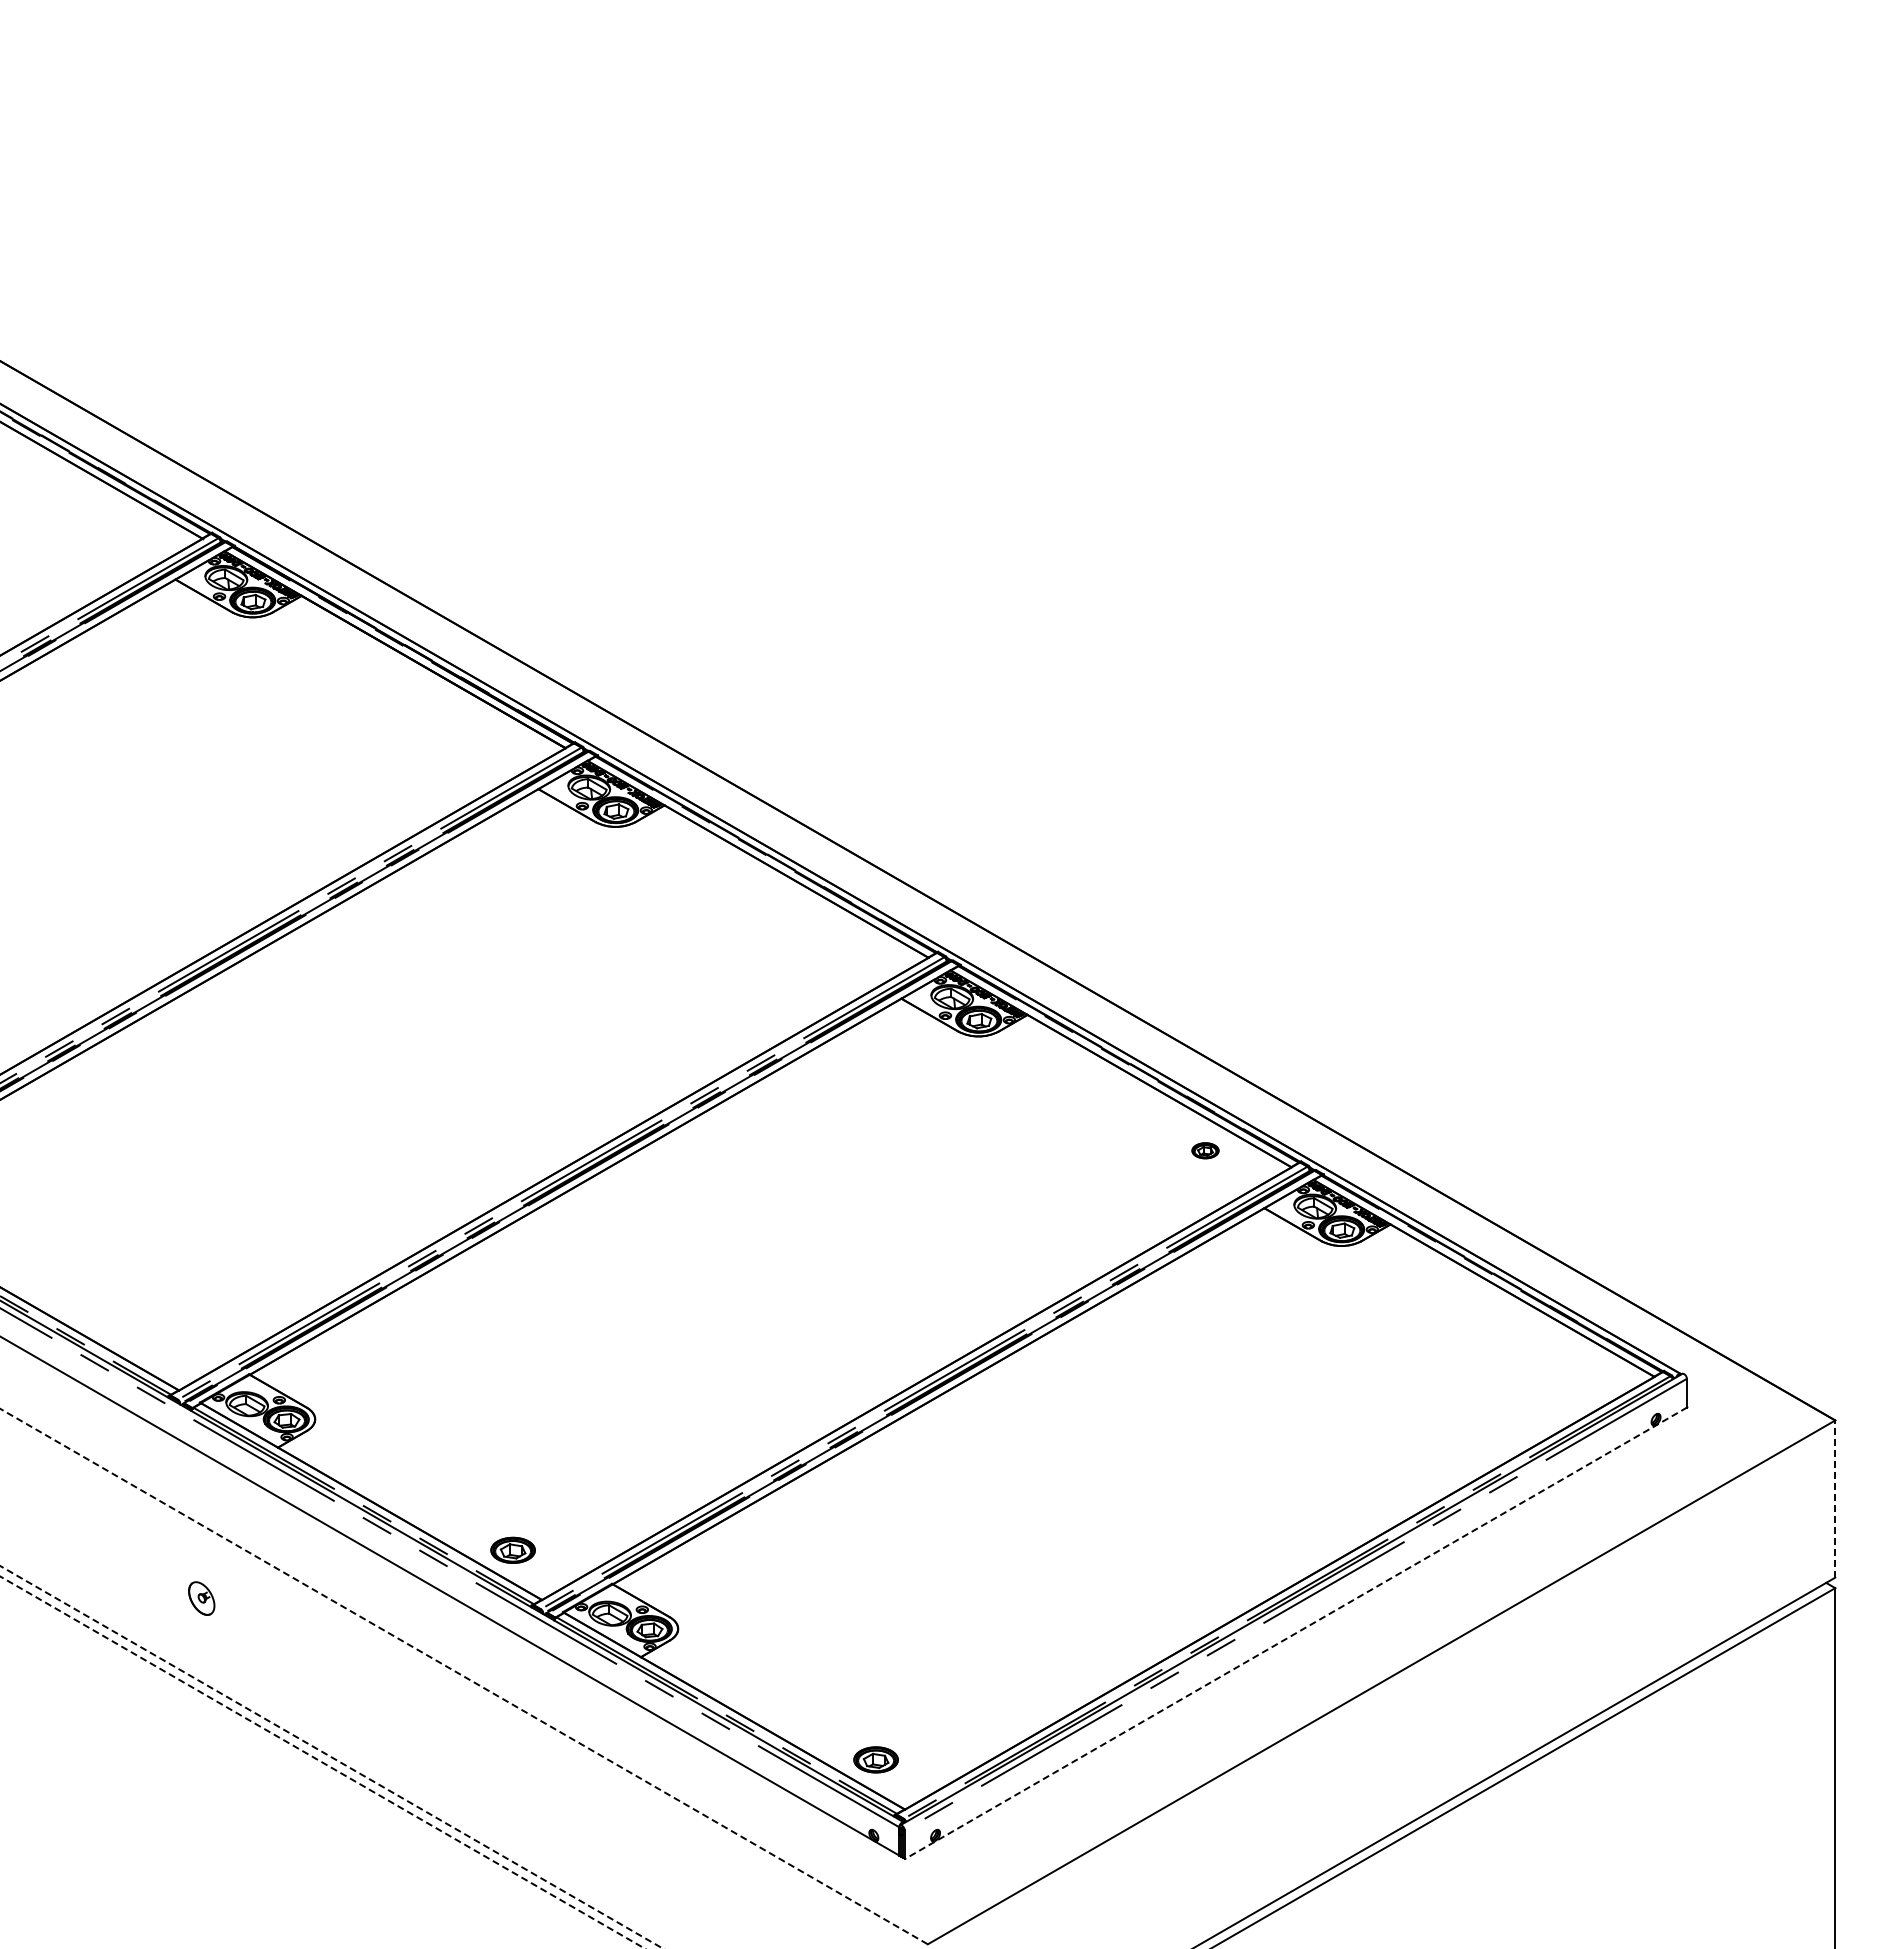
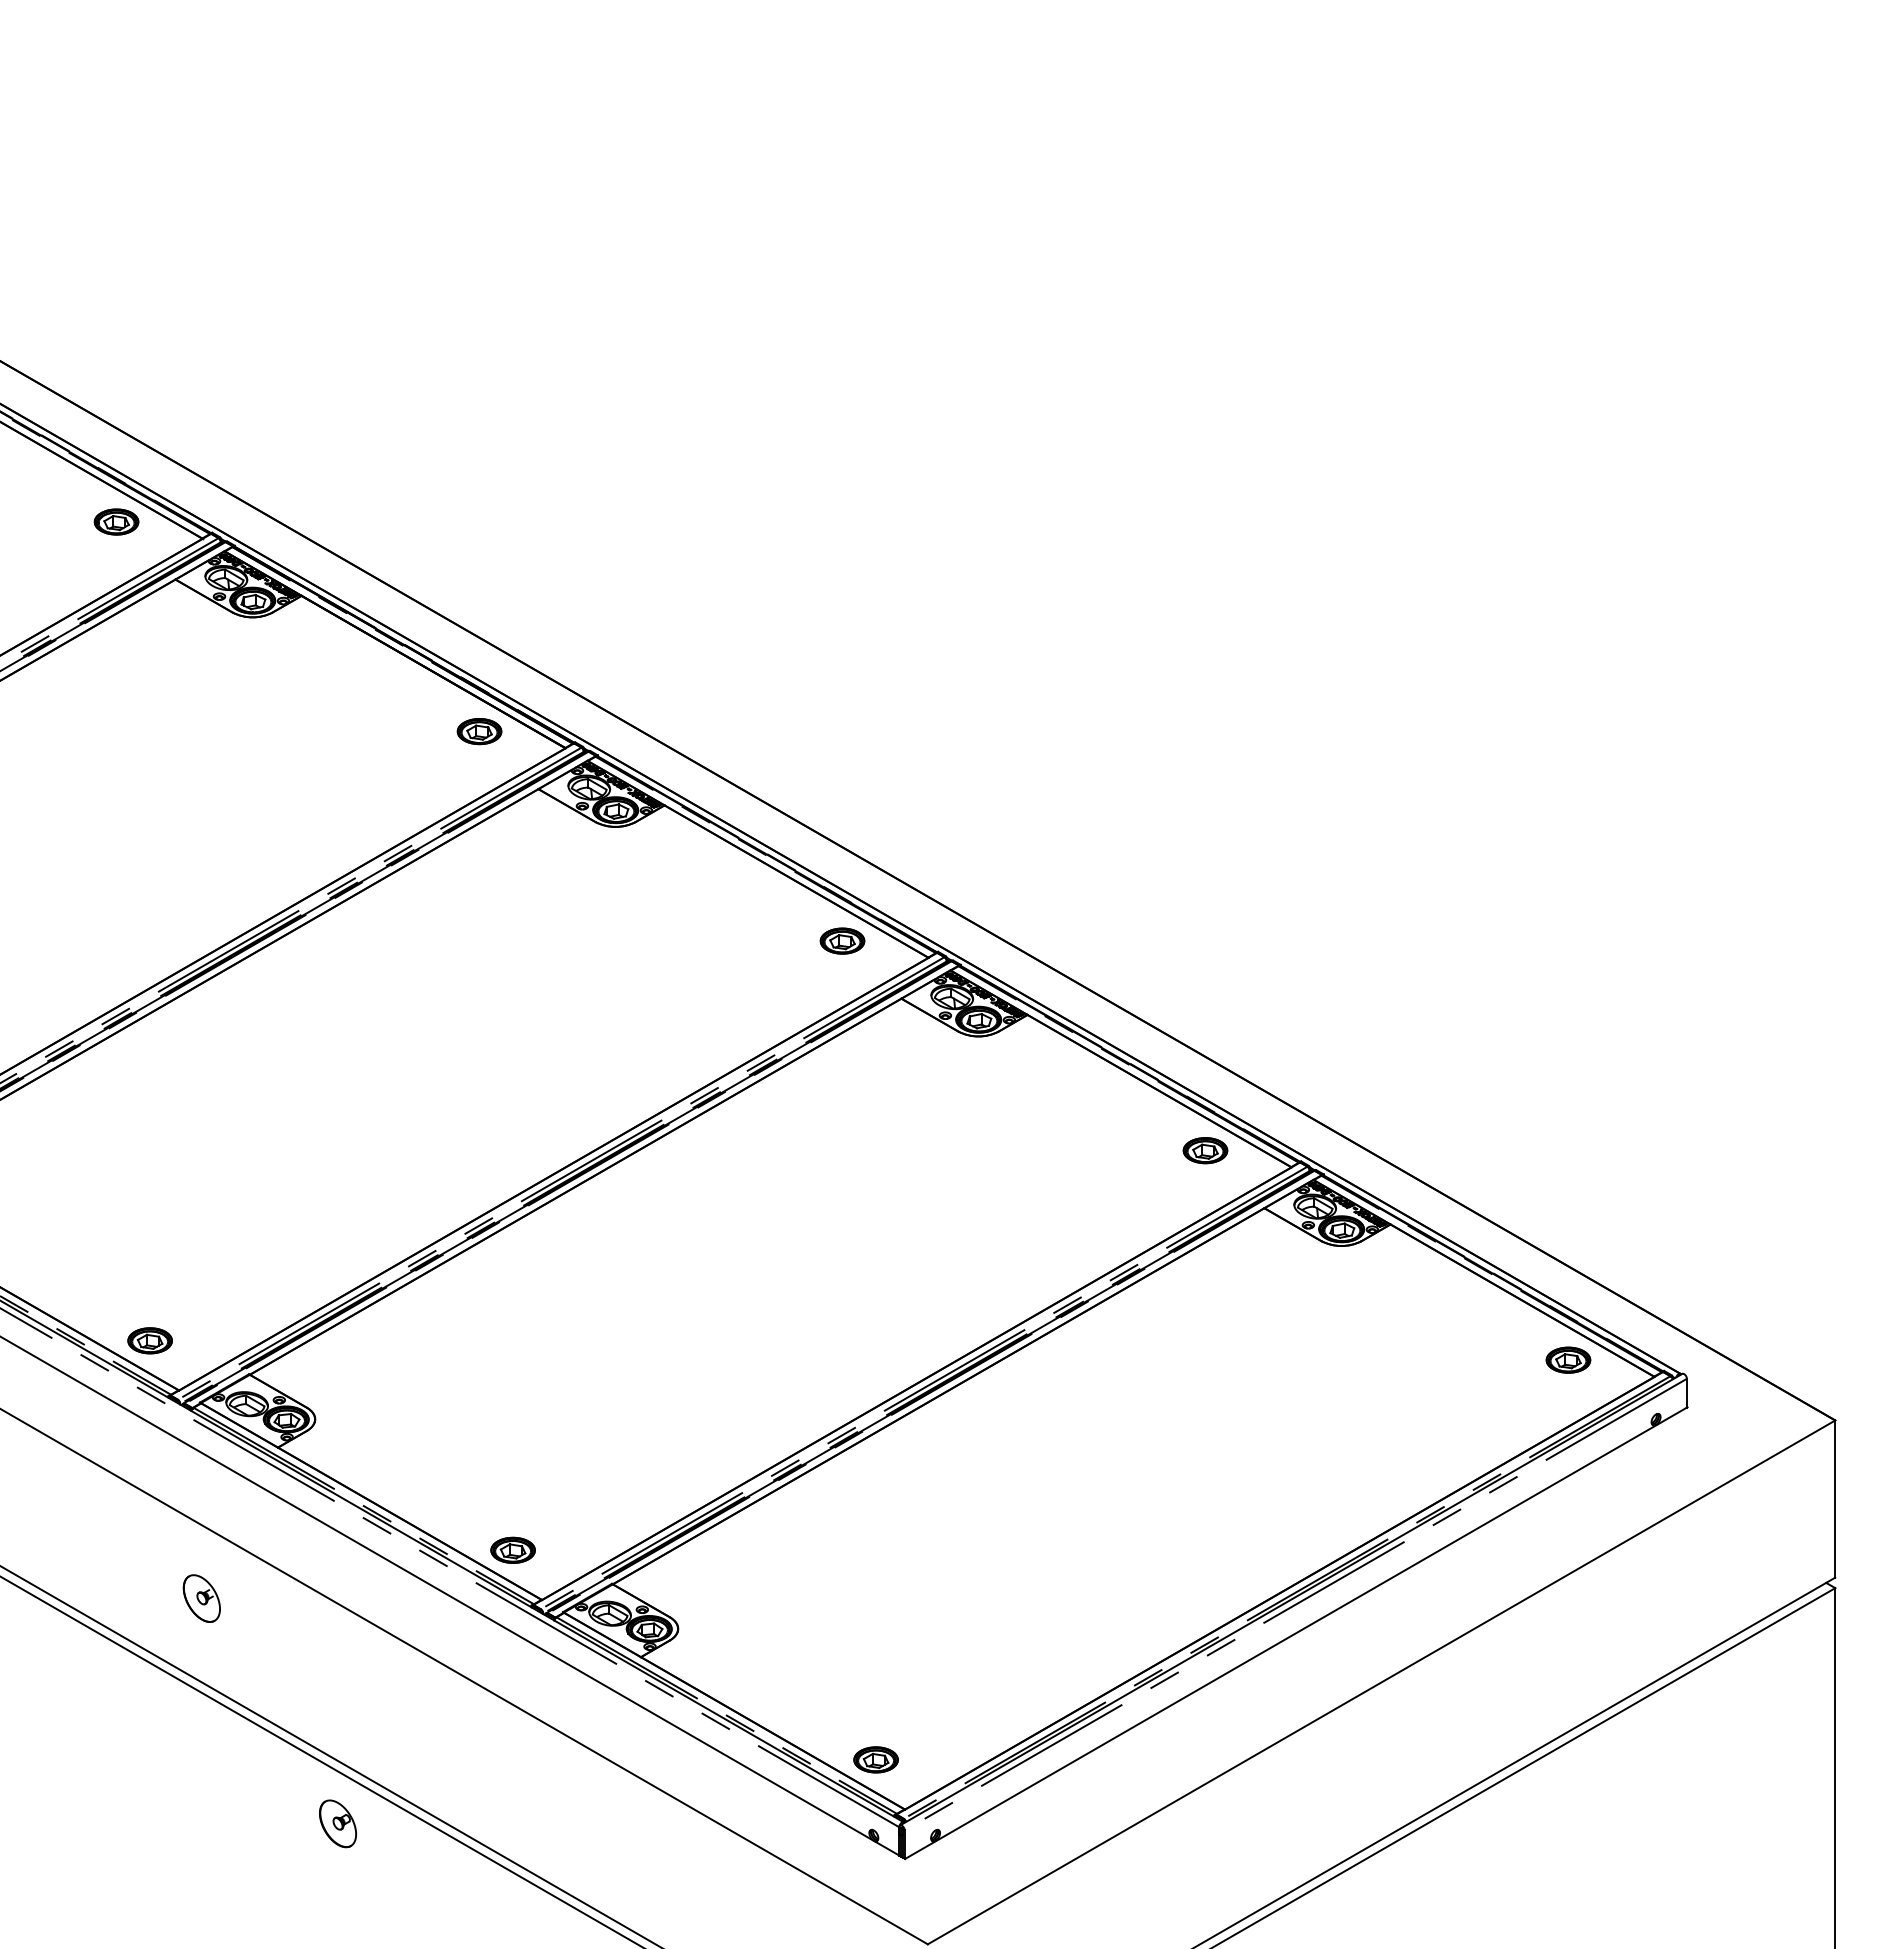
part at (116, 521): none -> present
part at (479, 731): none -> present
part at (842, 940): none -> present
part at (1205, 1150) size: 29x18 px -> 47x28 px
part at (149, 1340): none -> present
part at (1568, 1359): none -> present
line at (1835, 1499): dashed -> solid
part at (201, 1598) size: 28x35 px -> 39x49 px
line at (1296, 1633): dashed -> solid
line at (464, 1676): dashed -> solid
line at (332, 1757): dashed -> solid
line at (322, 1762): dashed -> solid
part at (337, 1823): none -> present
